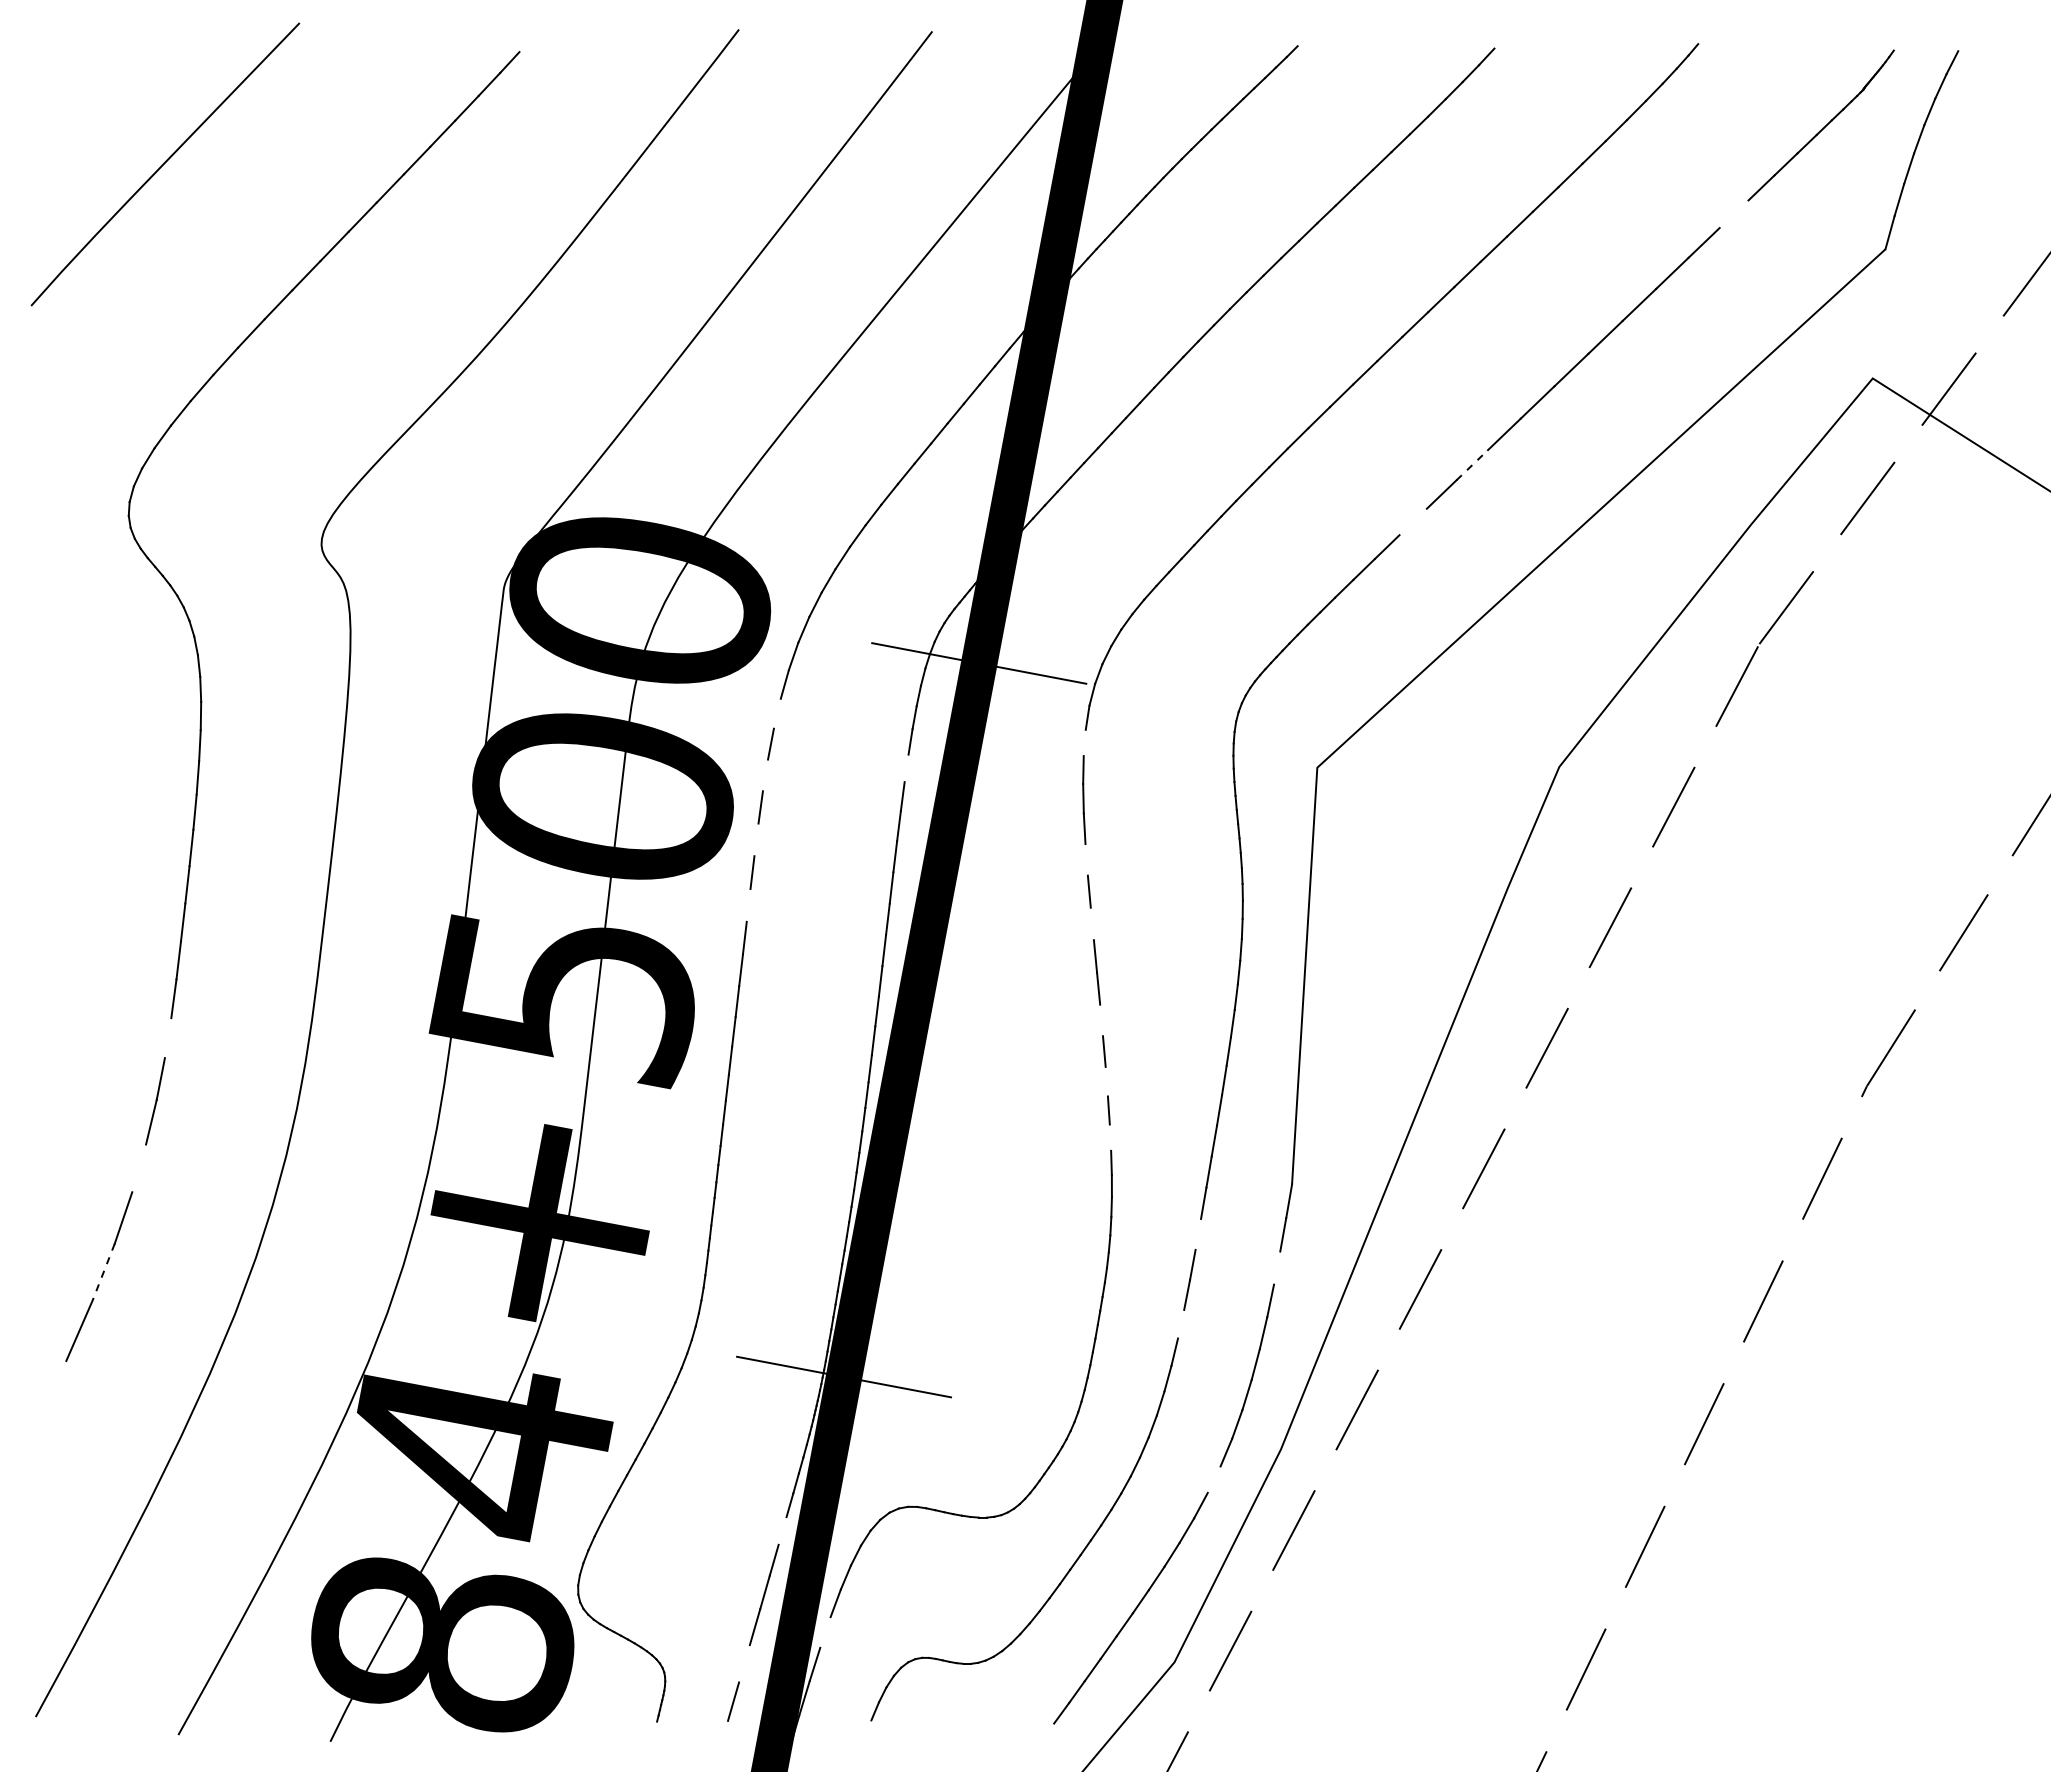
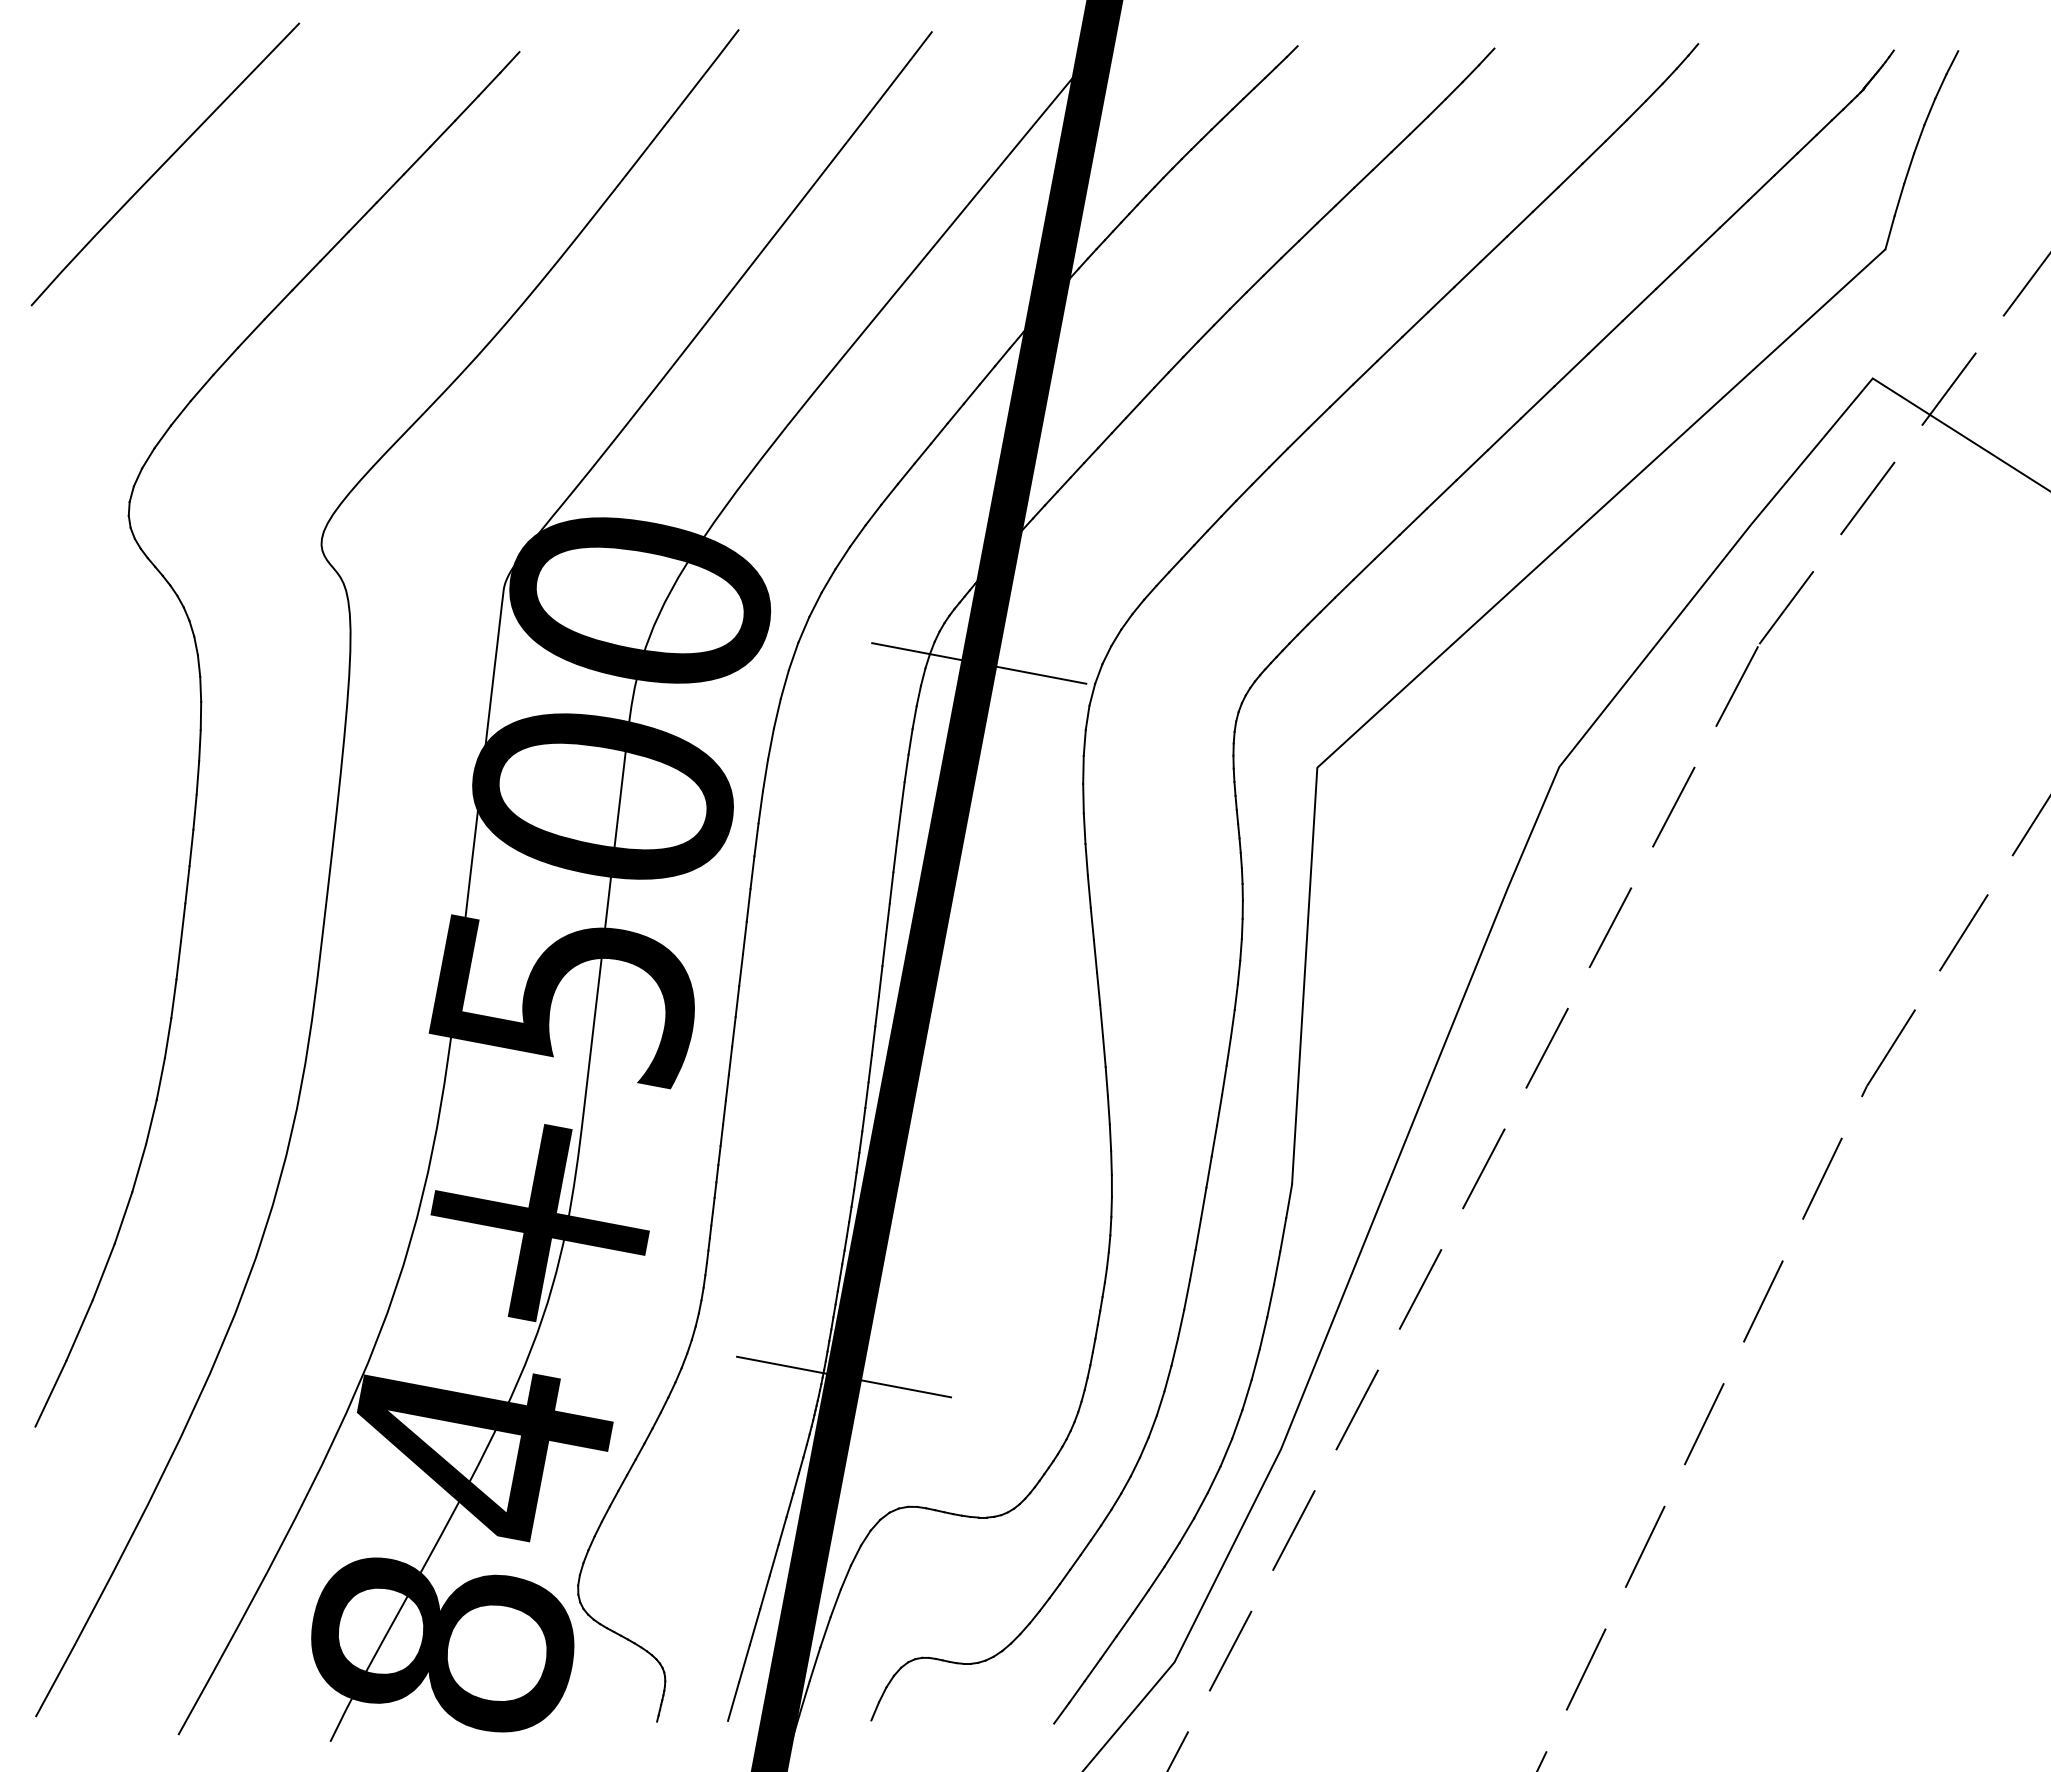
line at (1733, 214): none -> present
line at (1472, 465): dashed -> solid
line at (1412, 521): none -> present
line at (776, 713): none -> present
line at (1084, 742): none -> present
line at (906, 768): none -> present
line at (765, 775): none -> present
line at (756, 839): none -> present
line at (1086, 859): none -> present
line at (748, 905): none -> present
line at (1091, 923): none -> present
line at (1101, 1020): none -> present
line at (167, 1038): none -> present
line at (1106, 1081): none -> present
line at (1110, 1137): none -> present
line at (139, 1168): none -> present
line at (1198, 1233): none -> present
line at (1277, 1267): none -> present
line at (103, 1272): dashed -> solid
line at (1181, 1323): none -> present
line at (50, 1393): none -> present
line at (1213, 1479): none -> present
line at (782, 1530): none -> present
line at (825, 1632): none -> present
line at (744, 1663): none -> present
